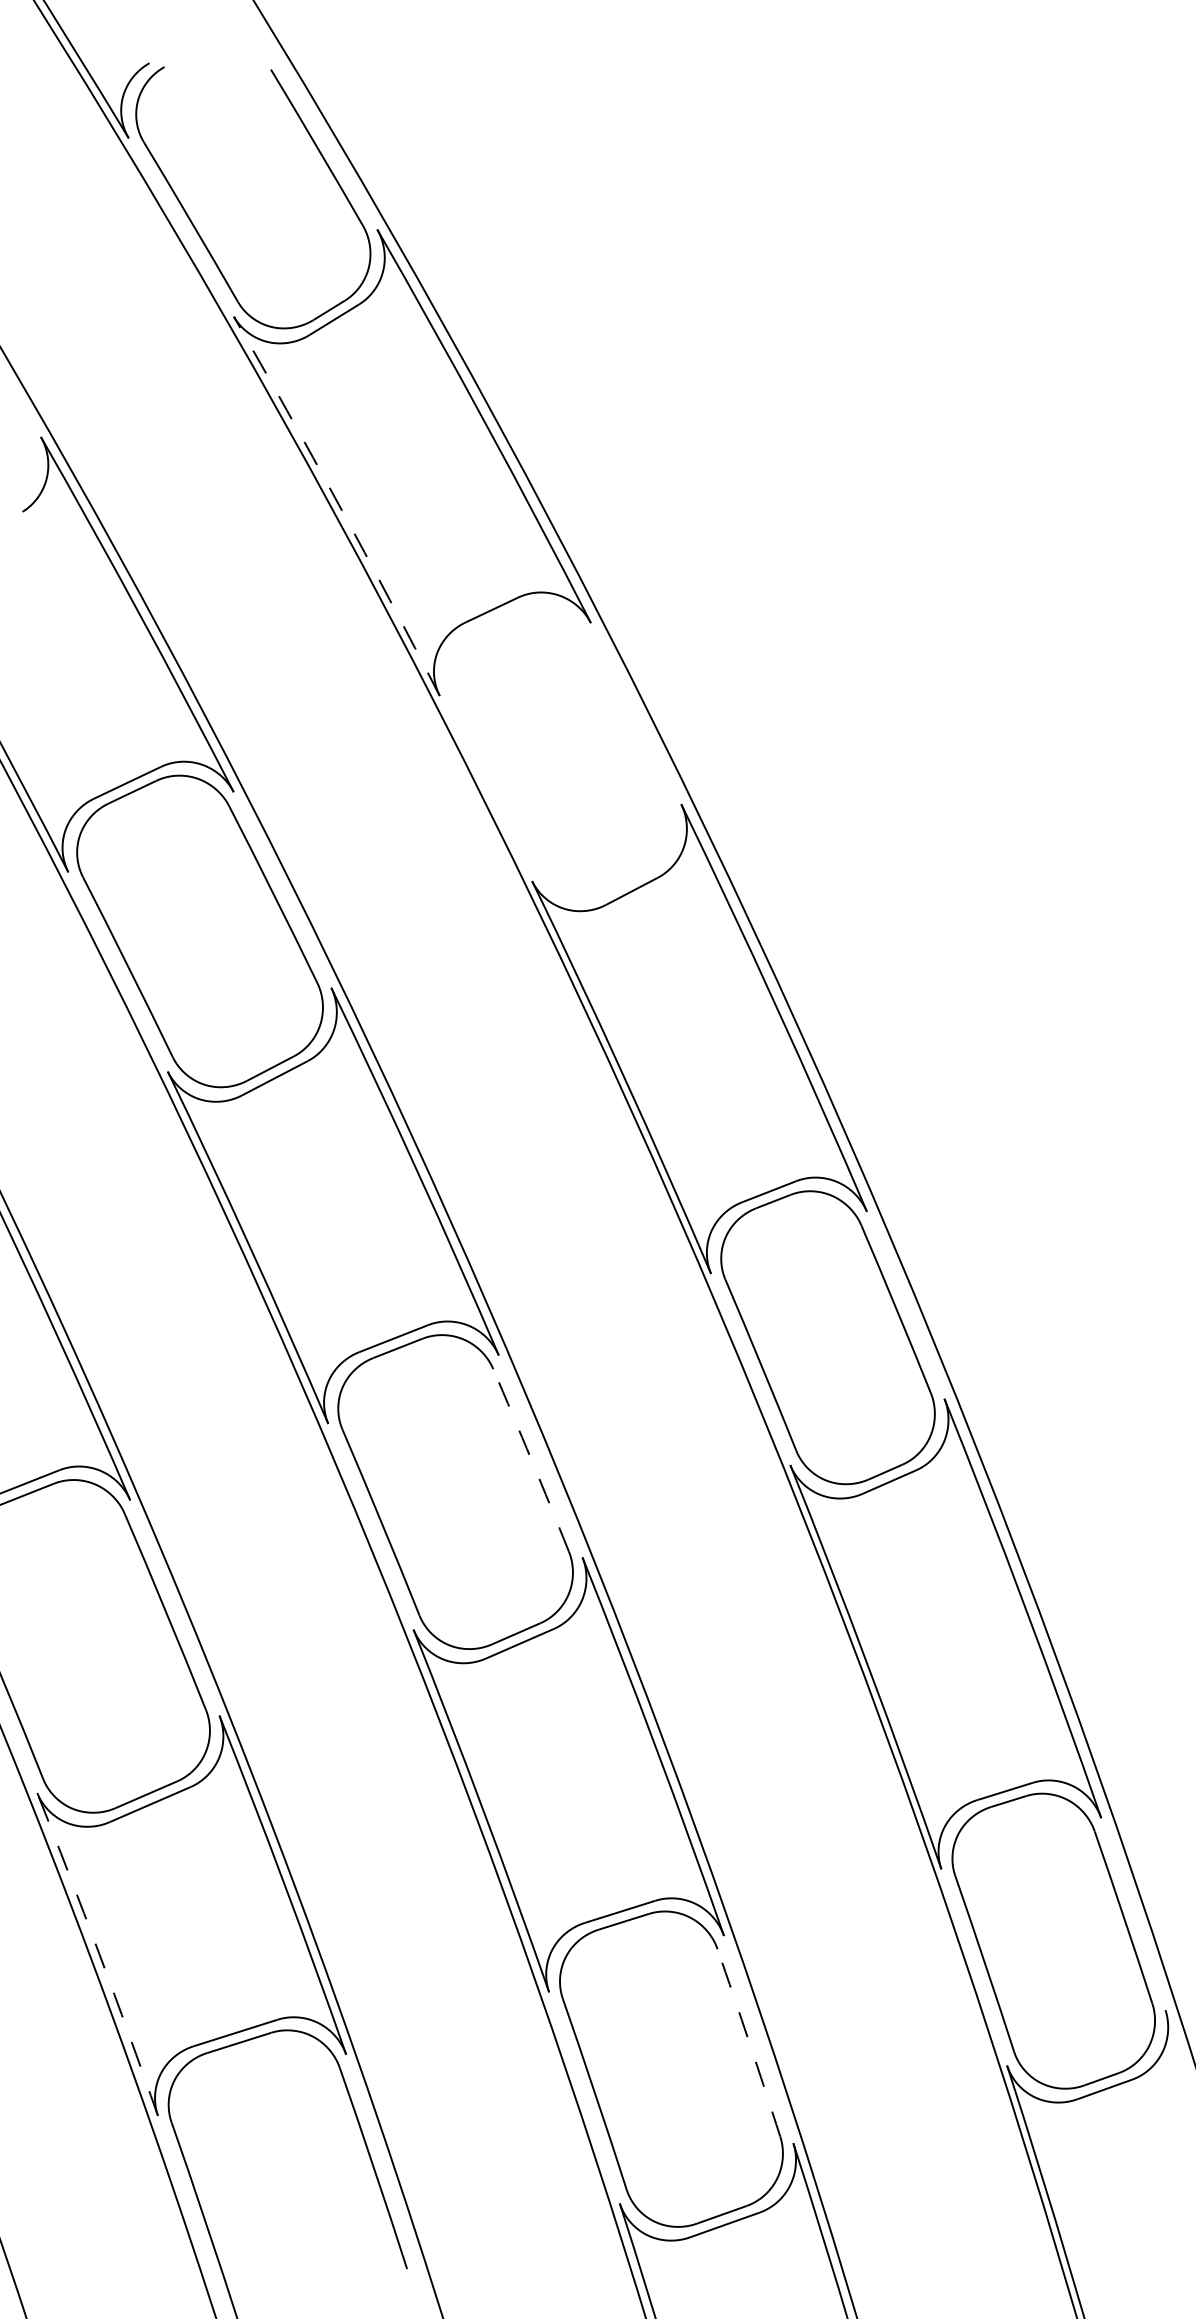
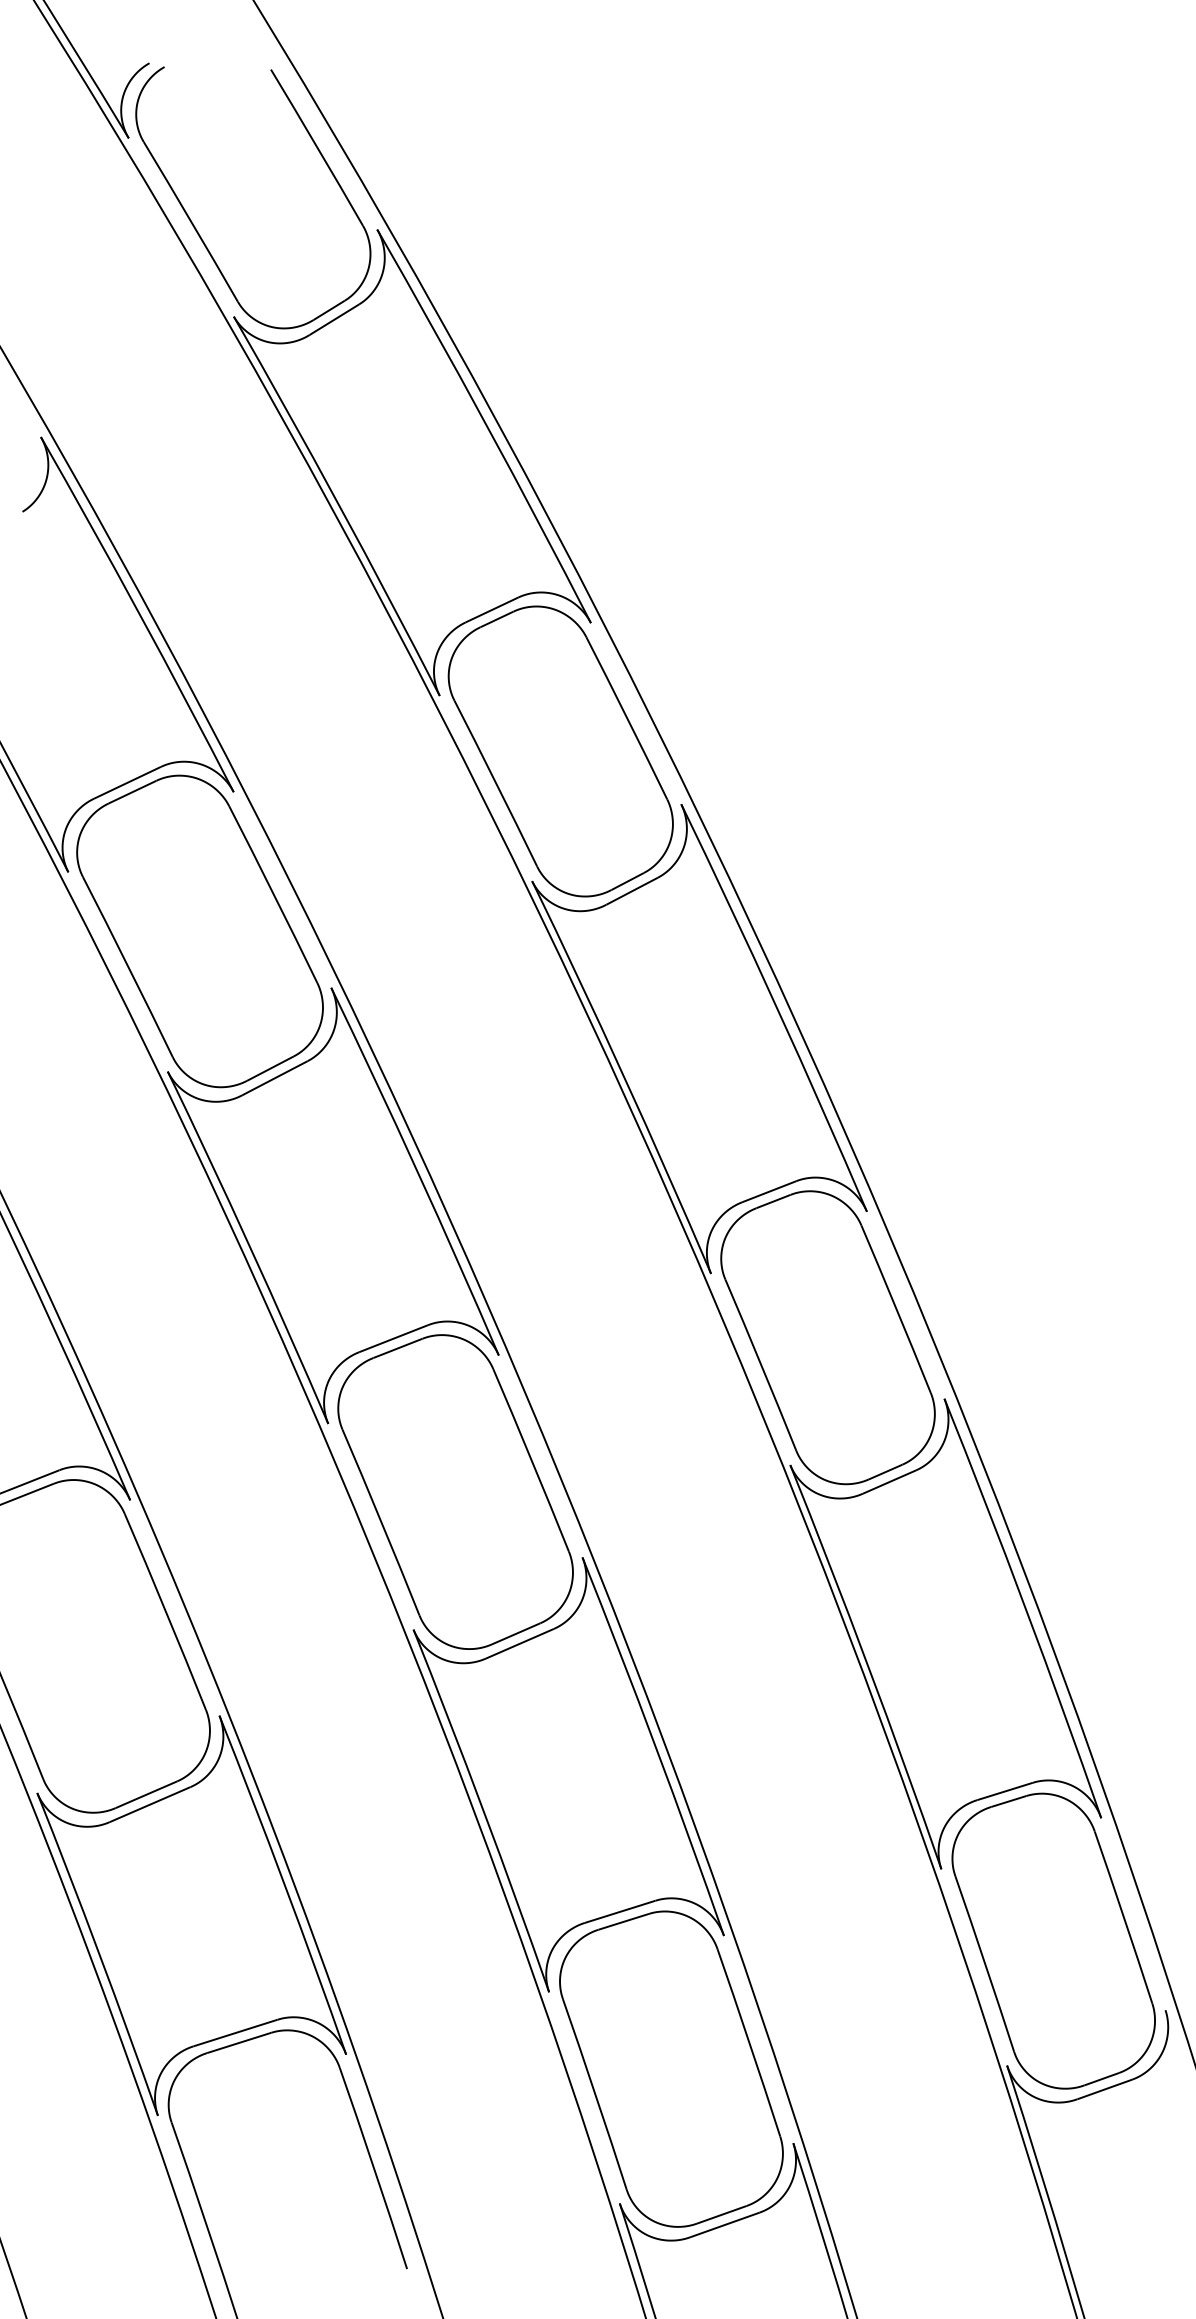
arc at (339, 505): dashed -> solid
part at (560, 751): none -> present
arc at (531, 1460): dashed -> solid
arc at (99, 1953): dashed -> solid
arc at (749, 2042): dashed -> solid
